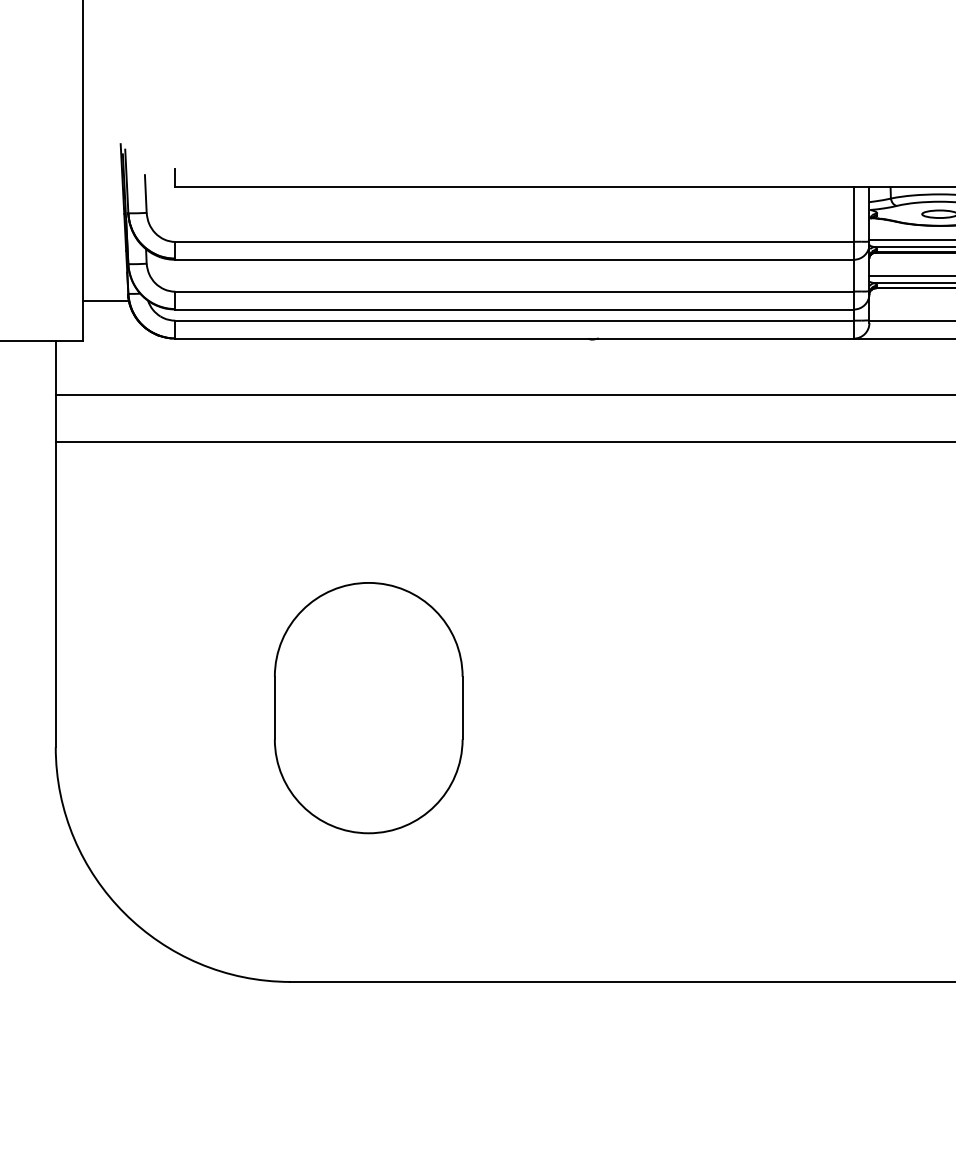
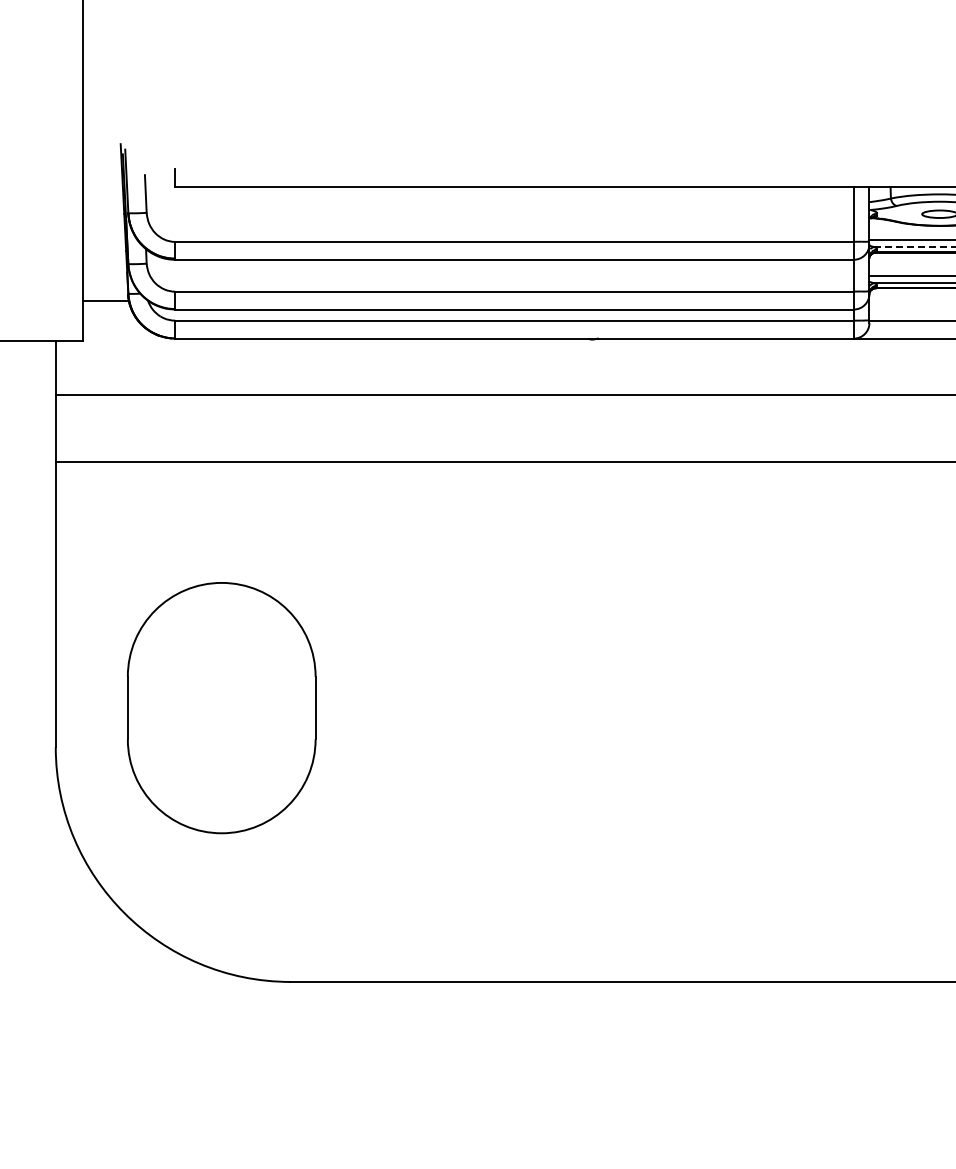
line at (915, 247): solid -> dashed
line at (503, 442) position: (503, 442) -> (503, 462)
part at (368, 708) position: (368, 708) -> (221, 708)
